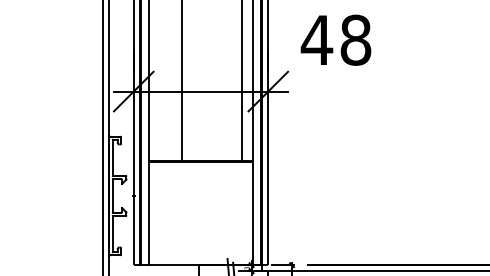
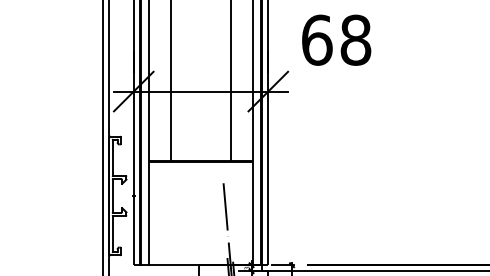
text at (316, 39): 48 -> 68
line at (182, 81) position: (182, 81) -> (171, 81)
line at (241, 81) position: (241, 81) -> (230, 81)
line at (227, 227): none -> present
